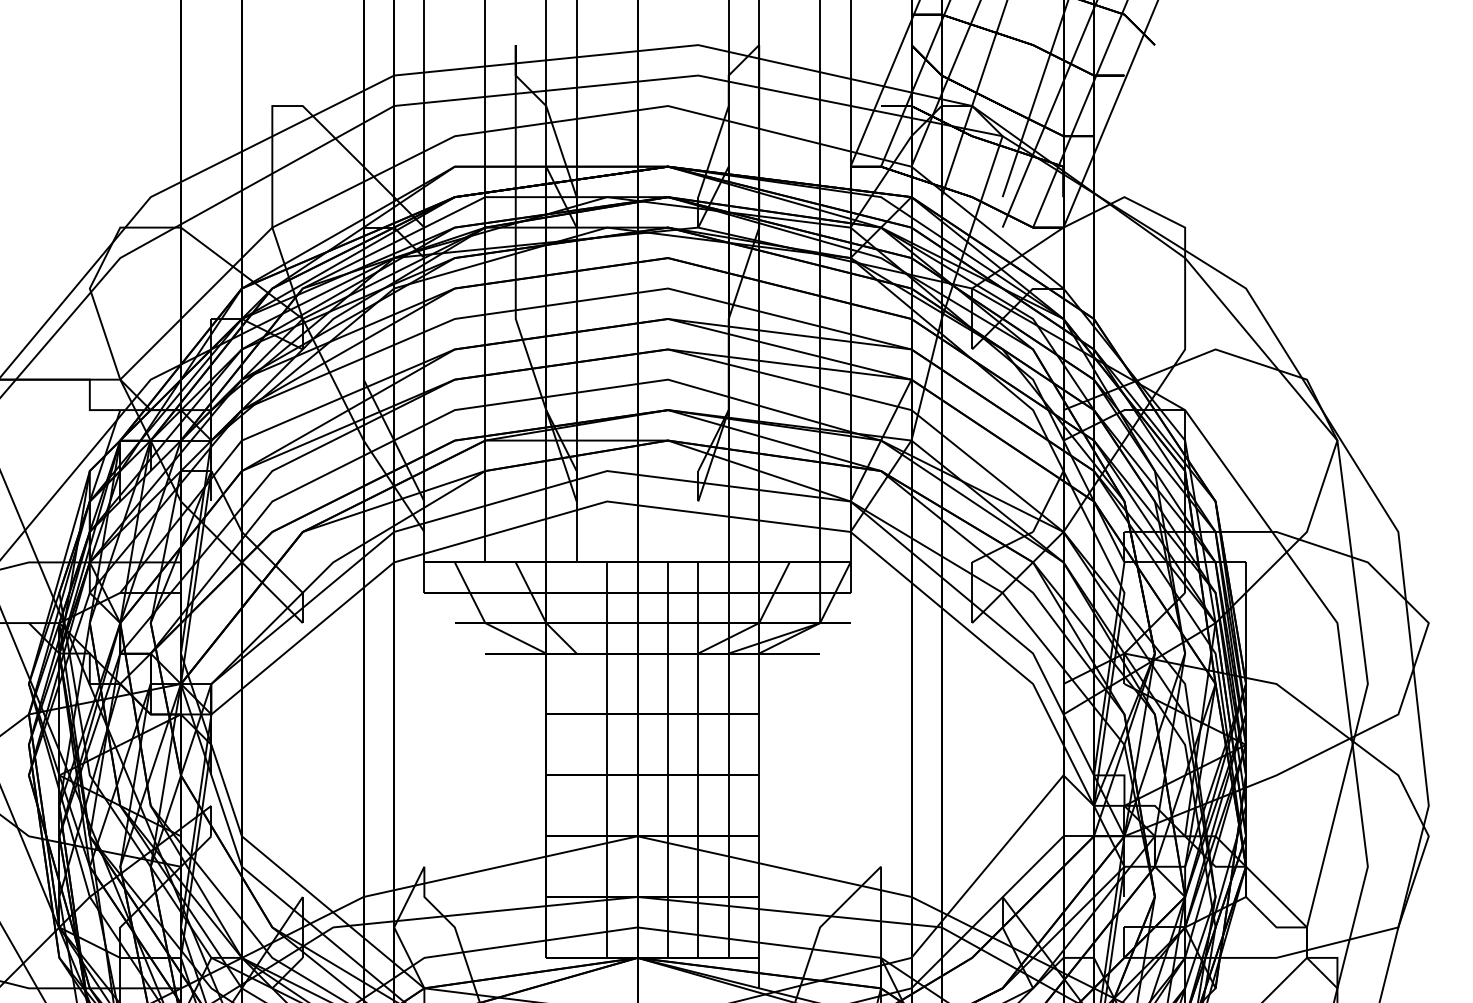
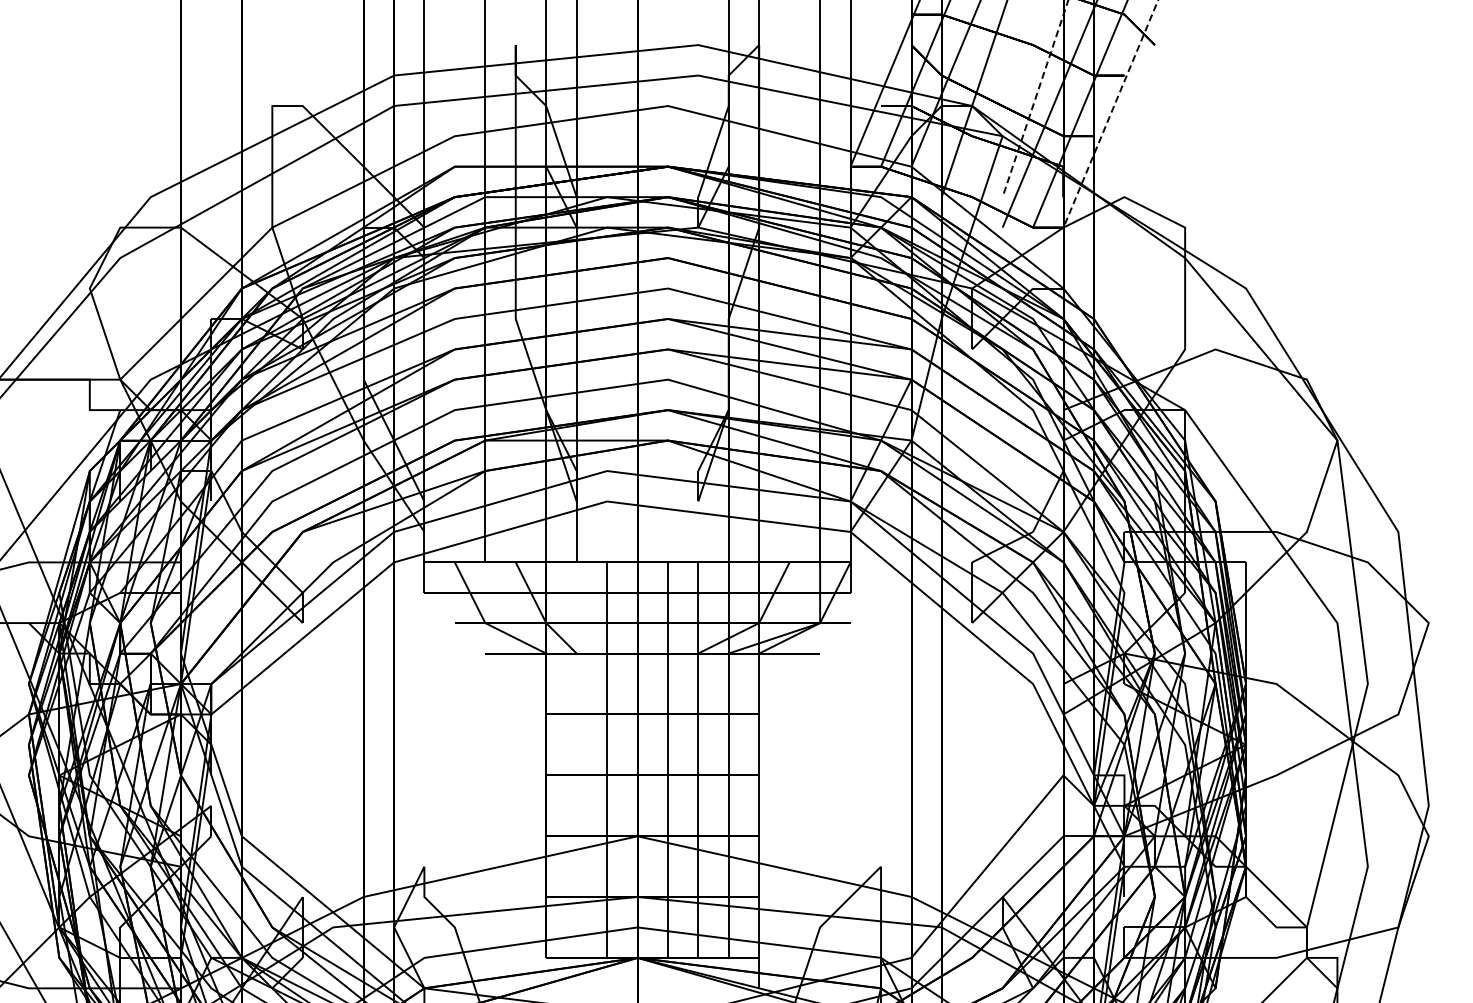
line at (1035, 99): solid -> dashed
line at (1110, 114): solid -> dashed
